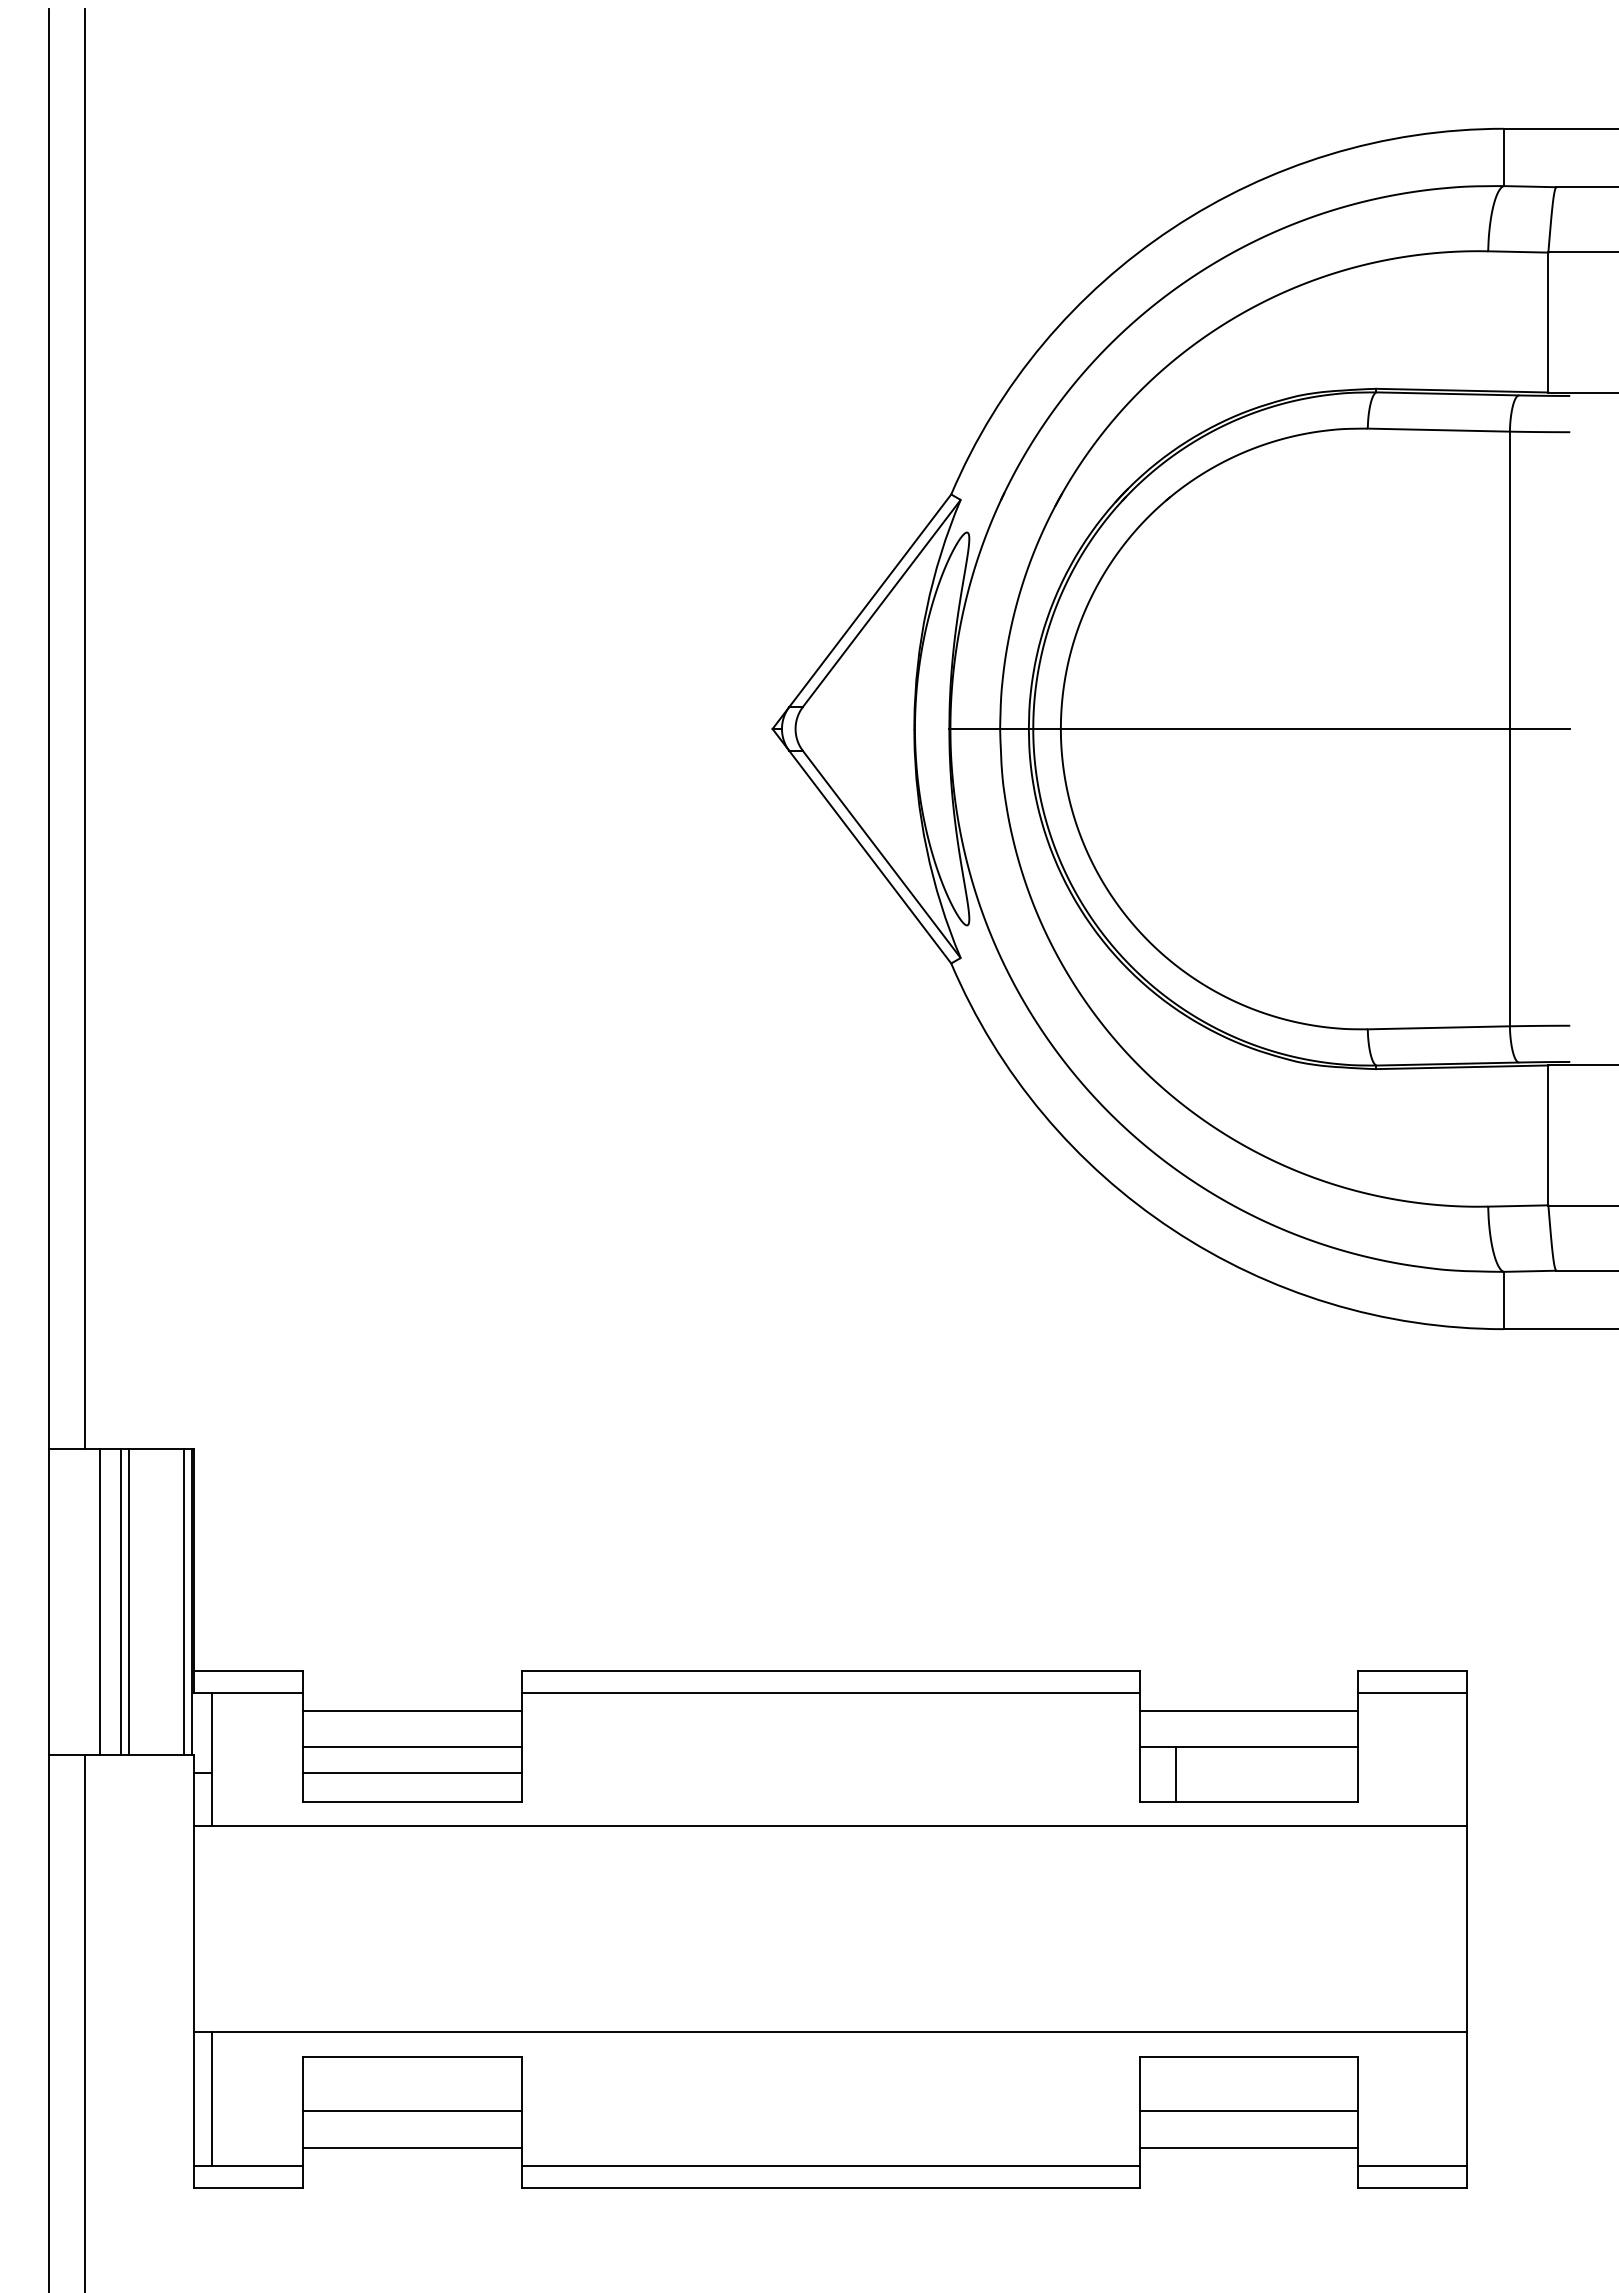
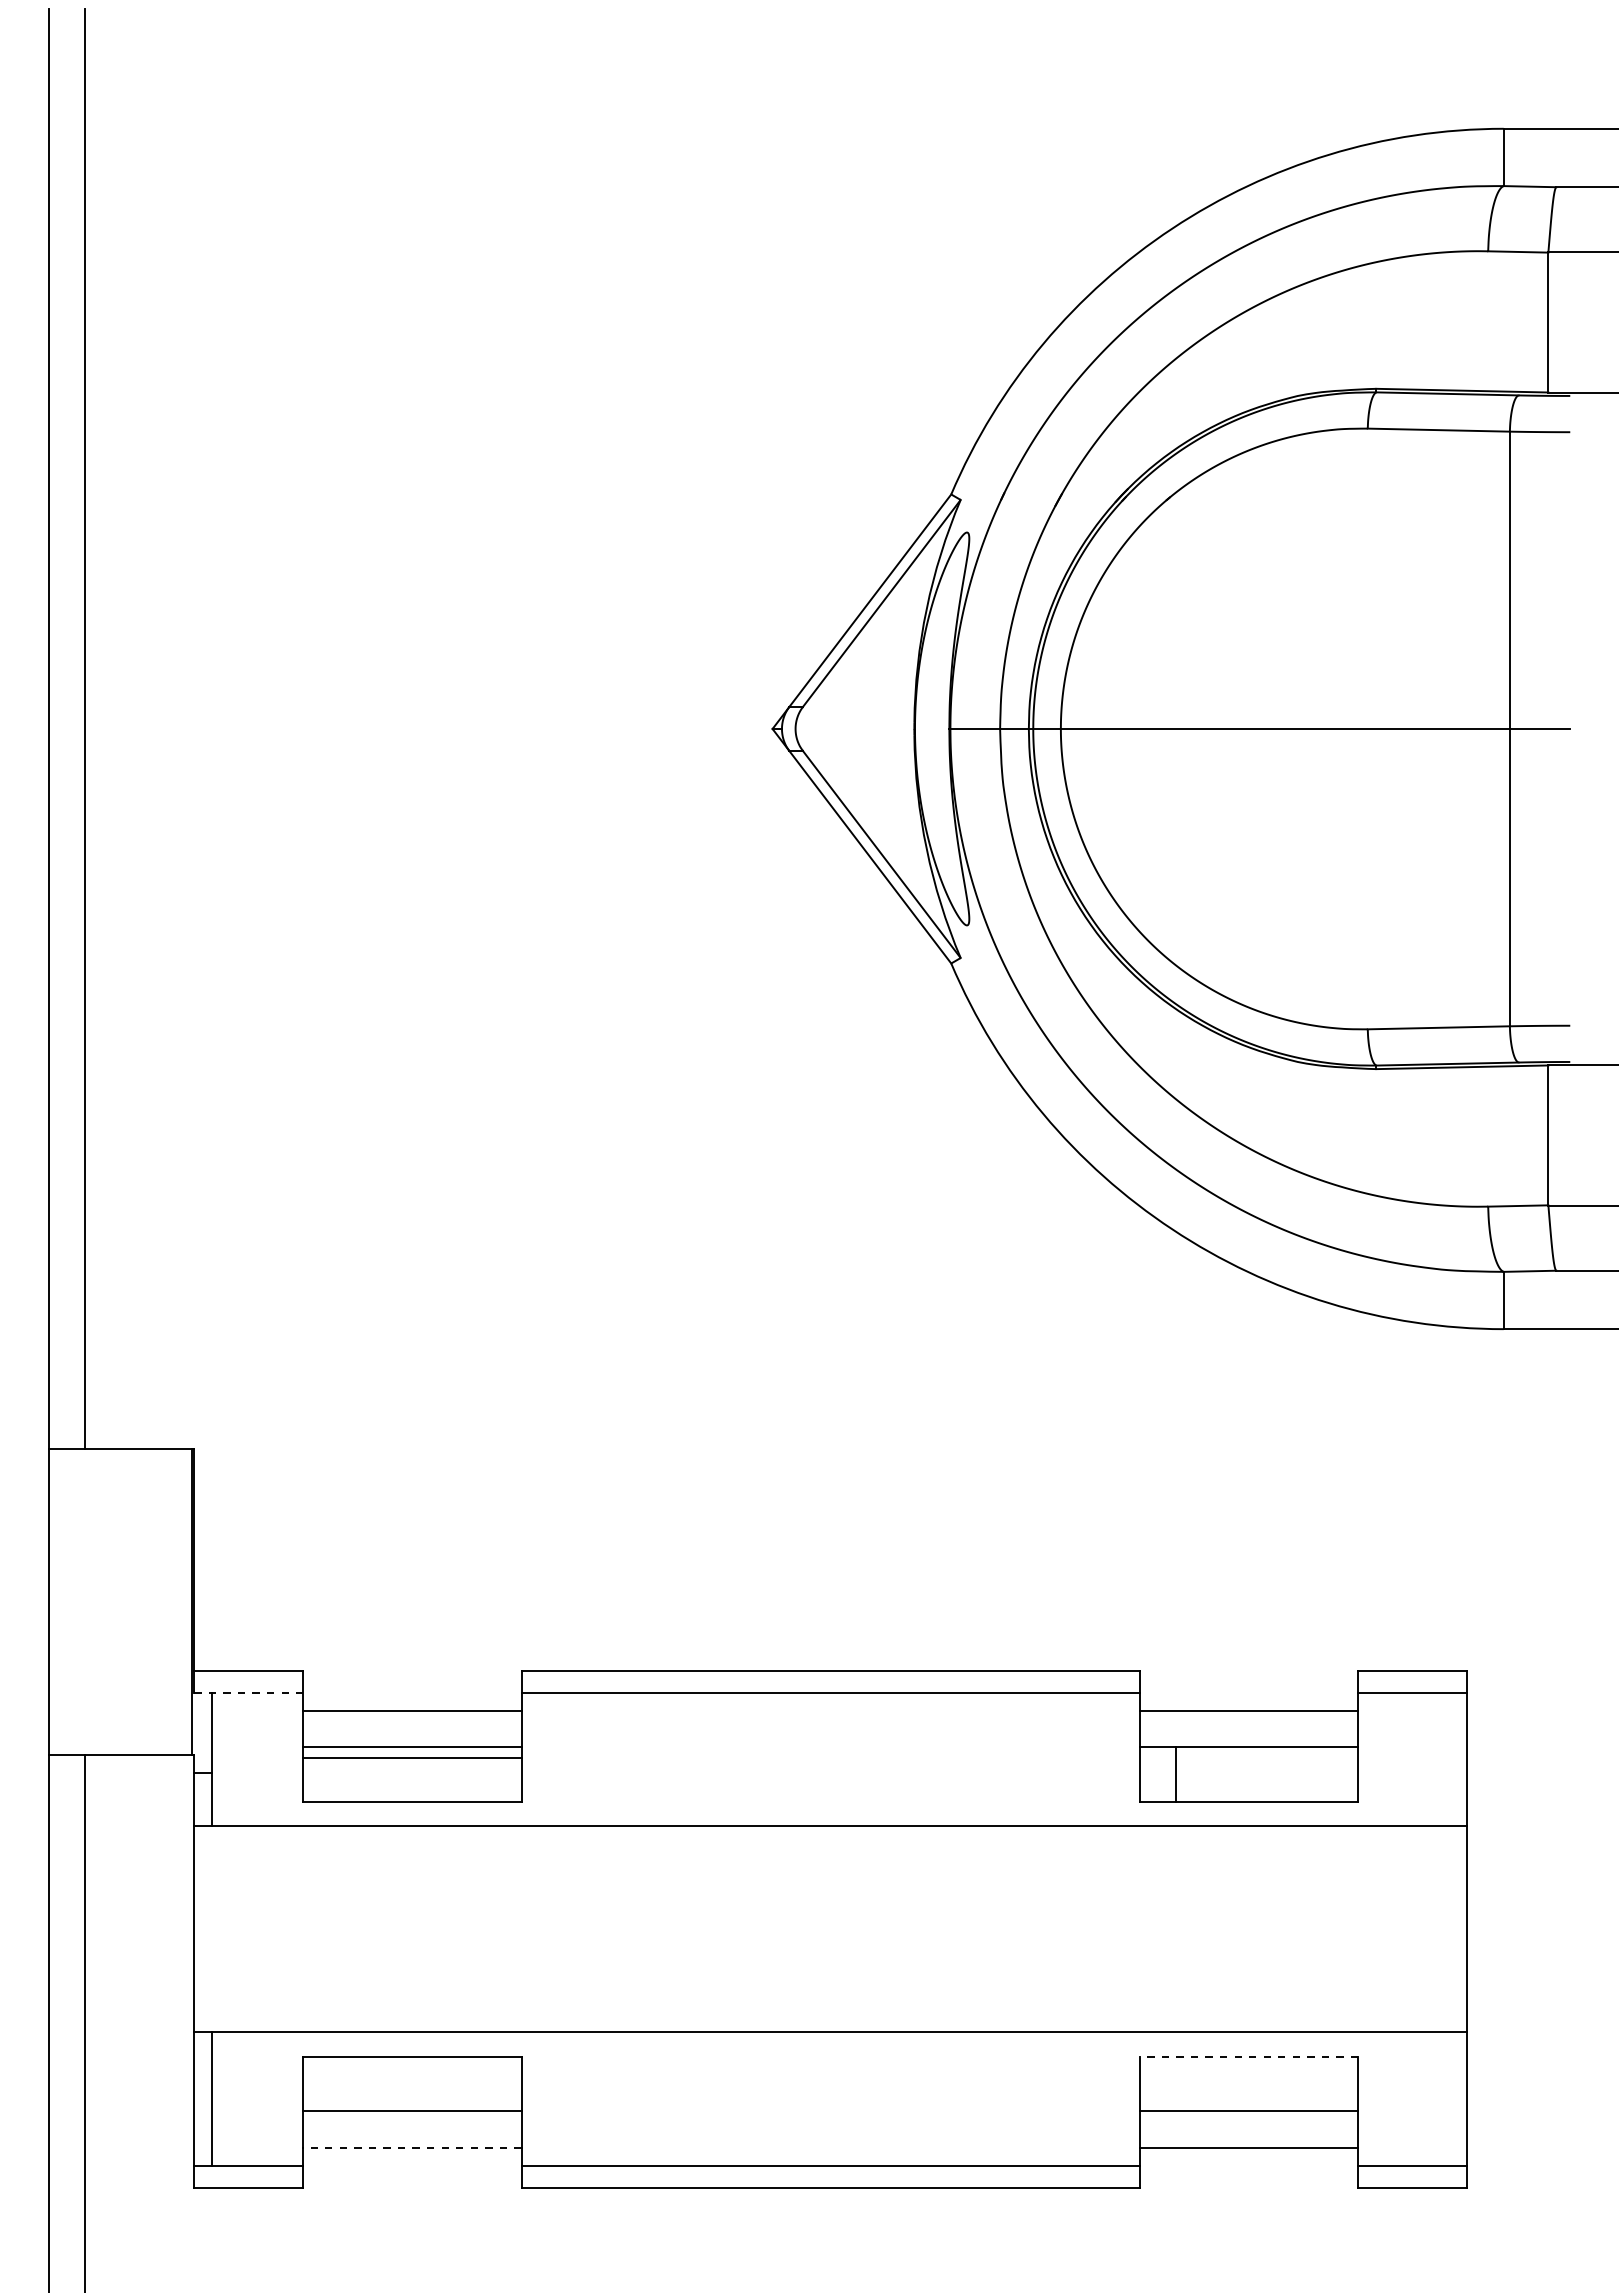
line at (99, 1601): present -> none
line at (121, 1601): present -> none
line at (128, 1601): present -> none
line at (183, 1601): present -> none
line at (248, 1692): solid -> dashed
line at (412, 1772) position: (412, 1772) -> (412, 1757)
line at (1248, 2056): solid -> dashed
line at (411, 2147): solid -> dashed
